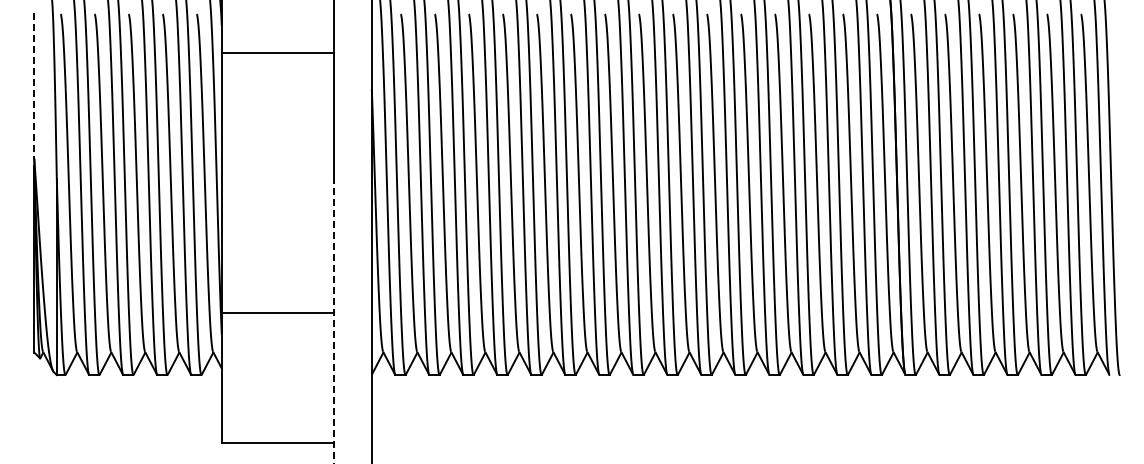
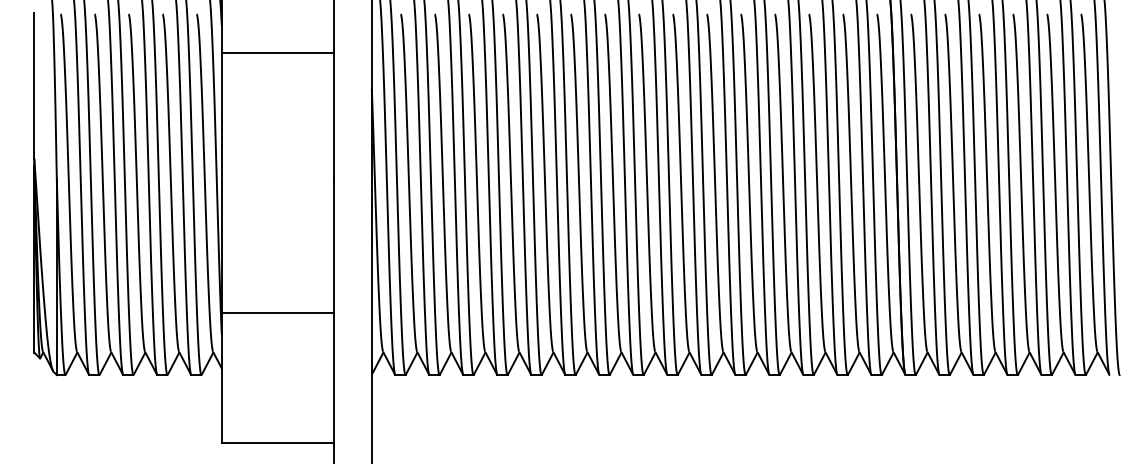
line at (34, 85): dashed -> solid
line at (334, 322): dashed -> solid
